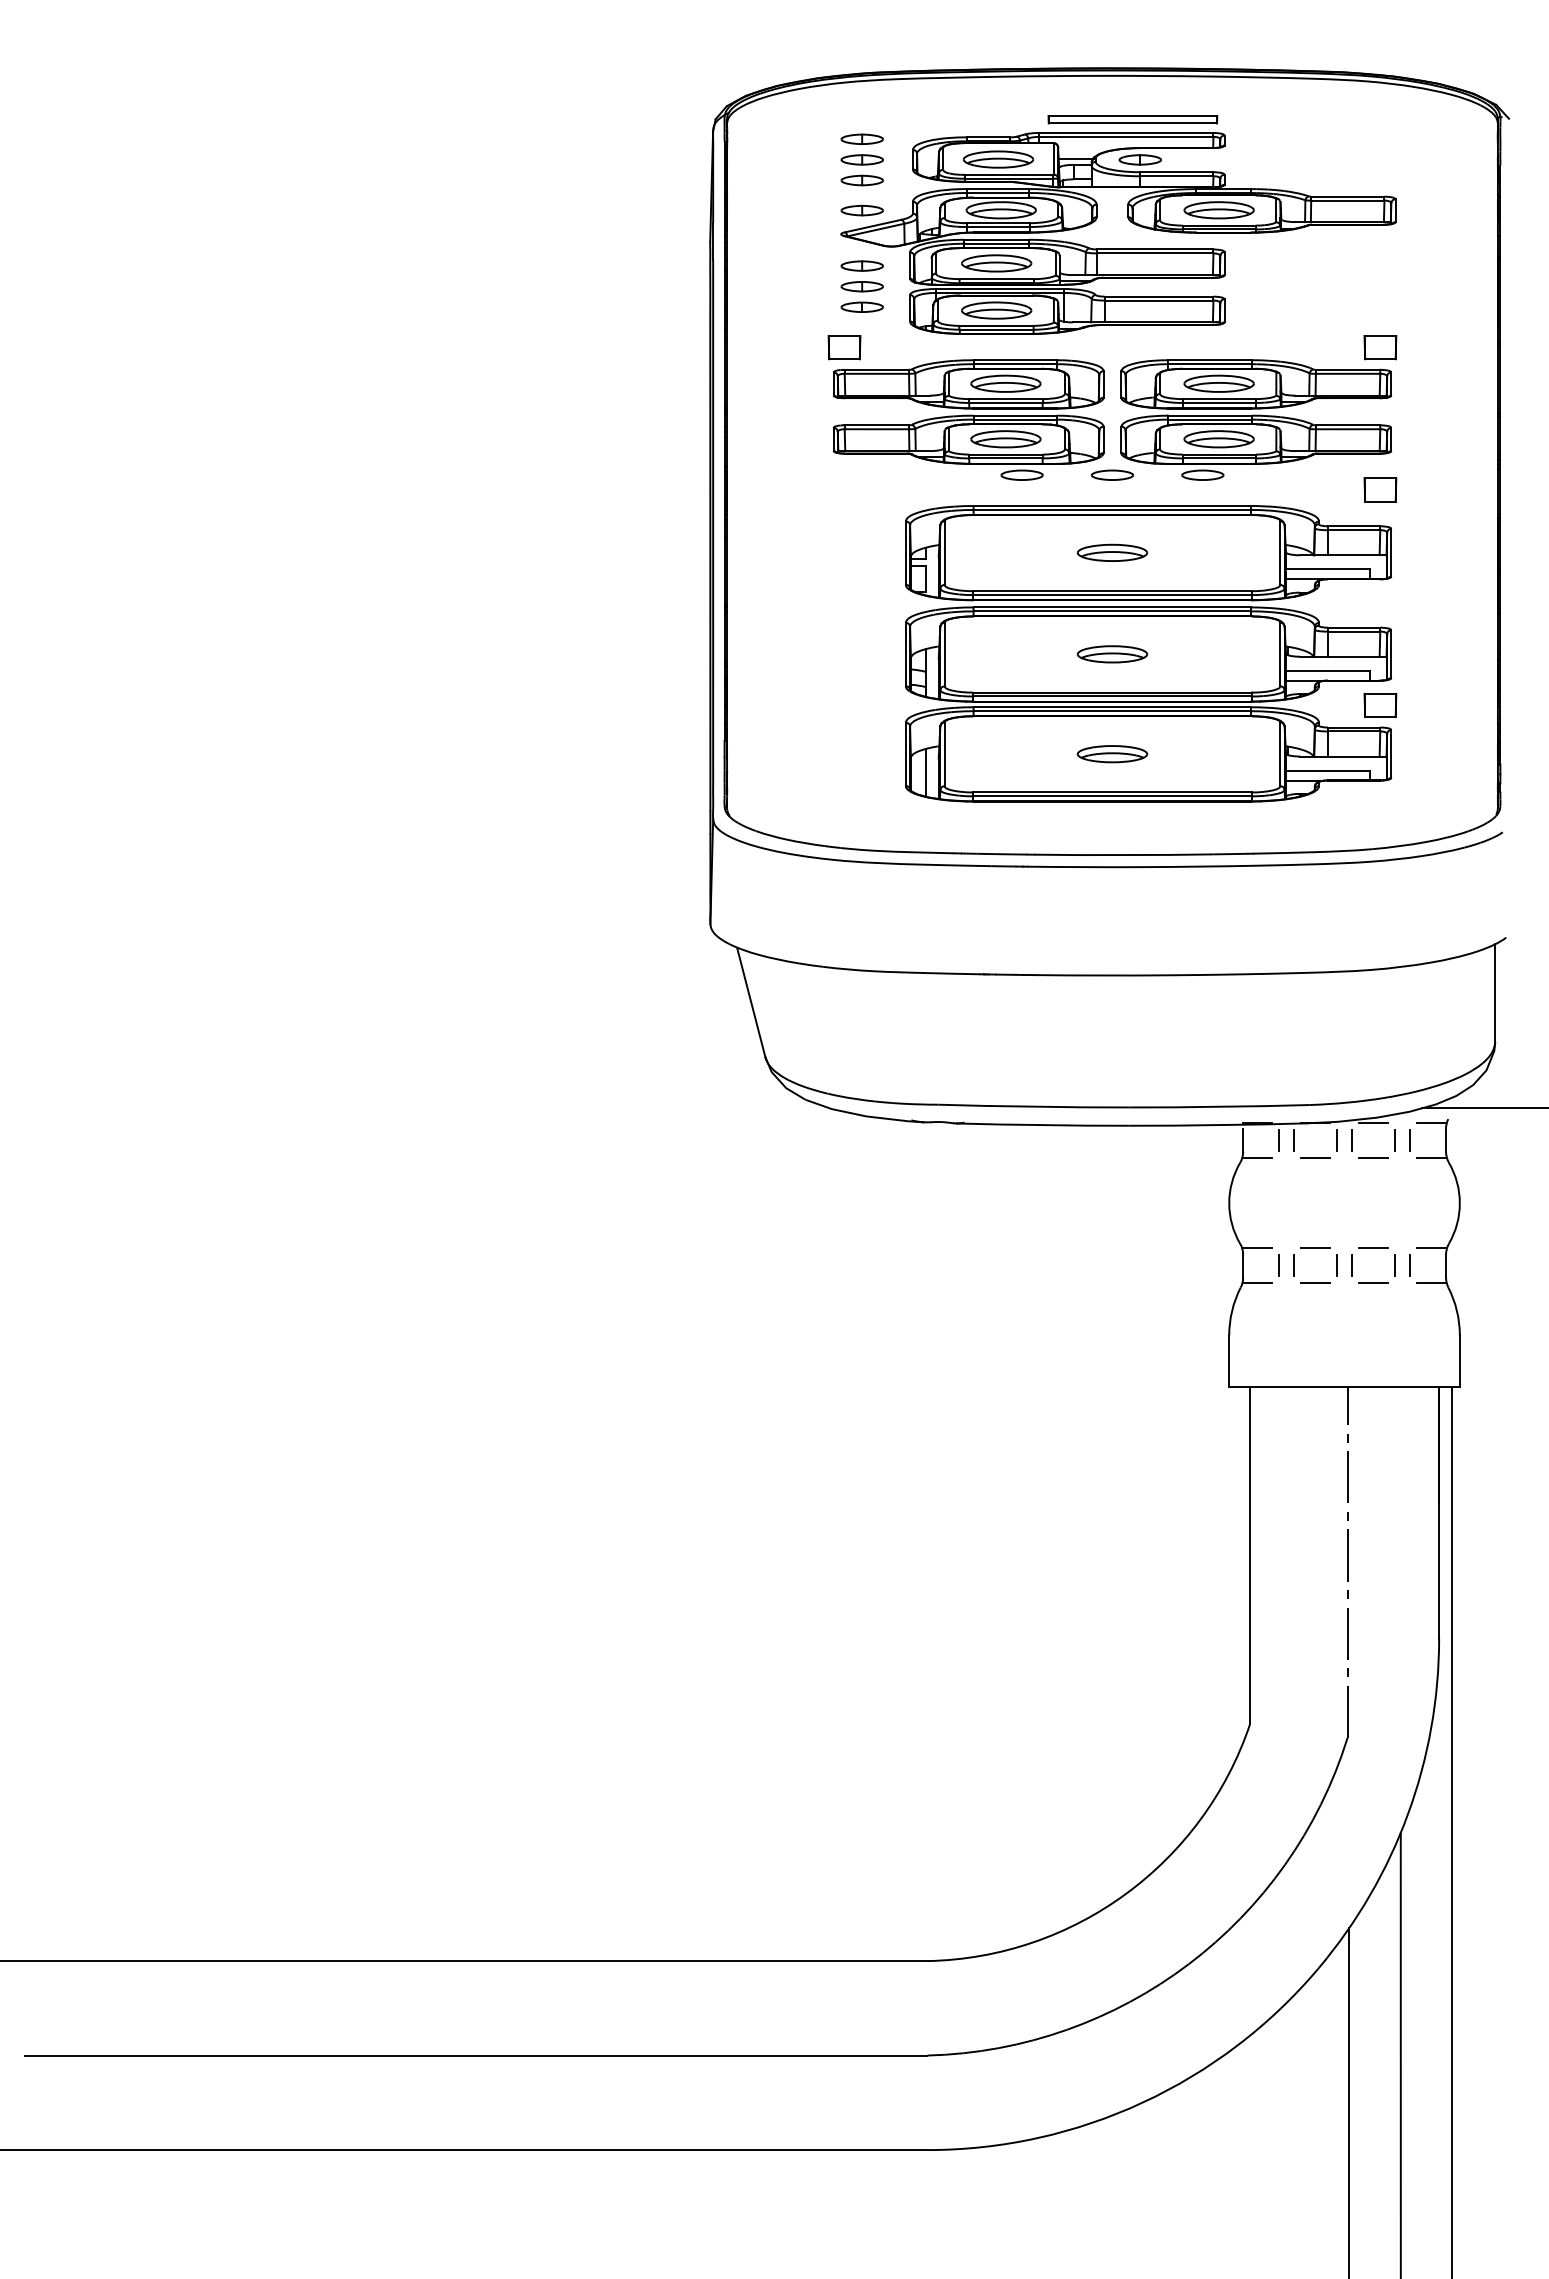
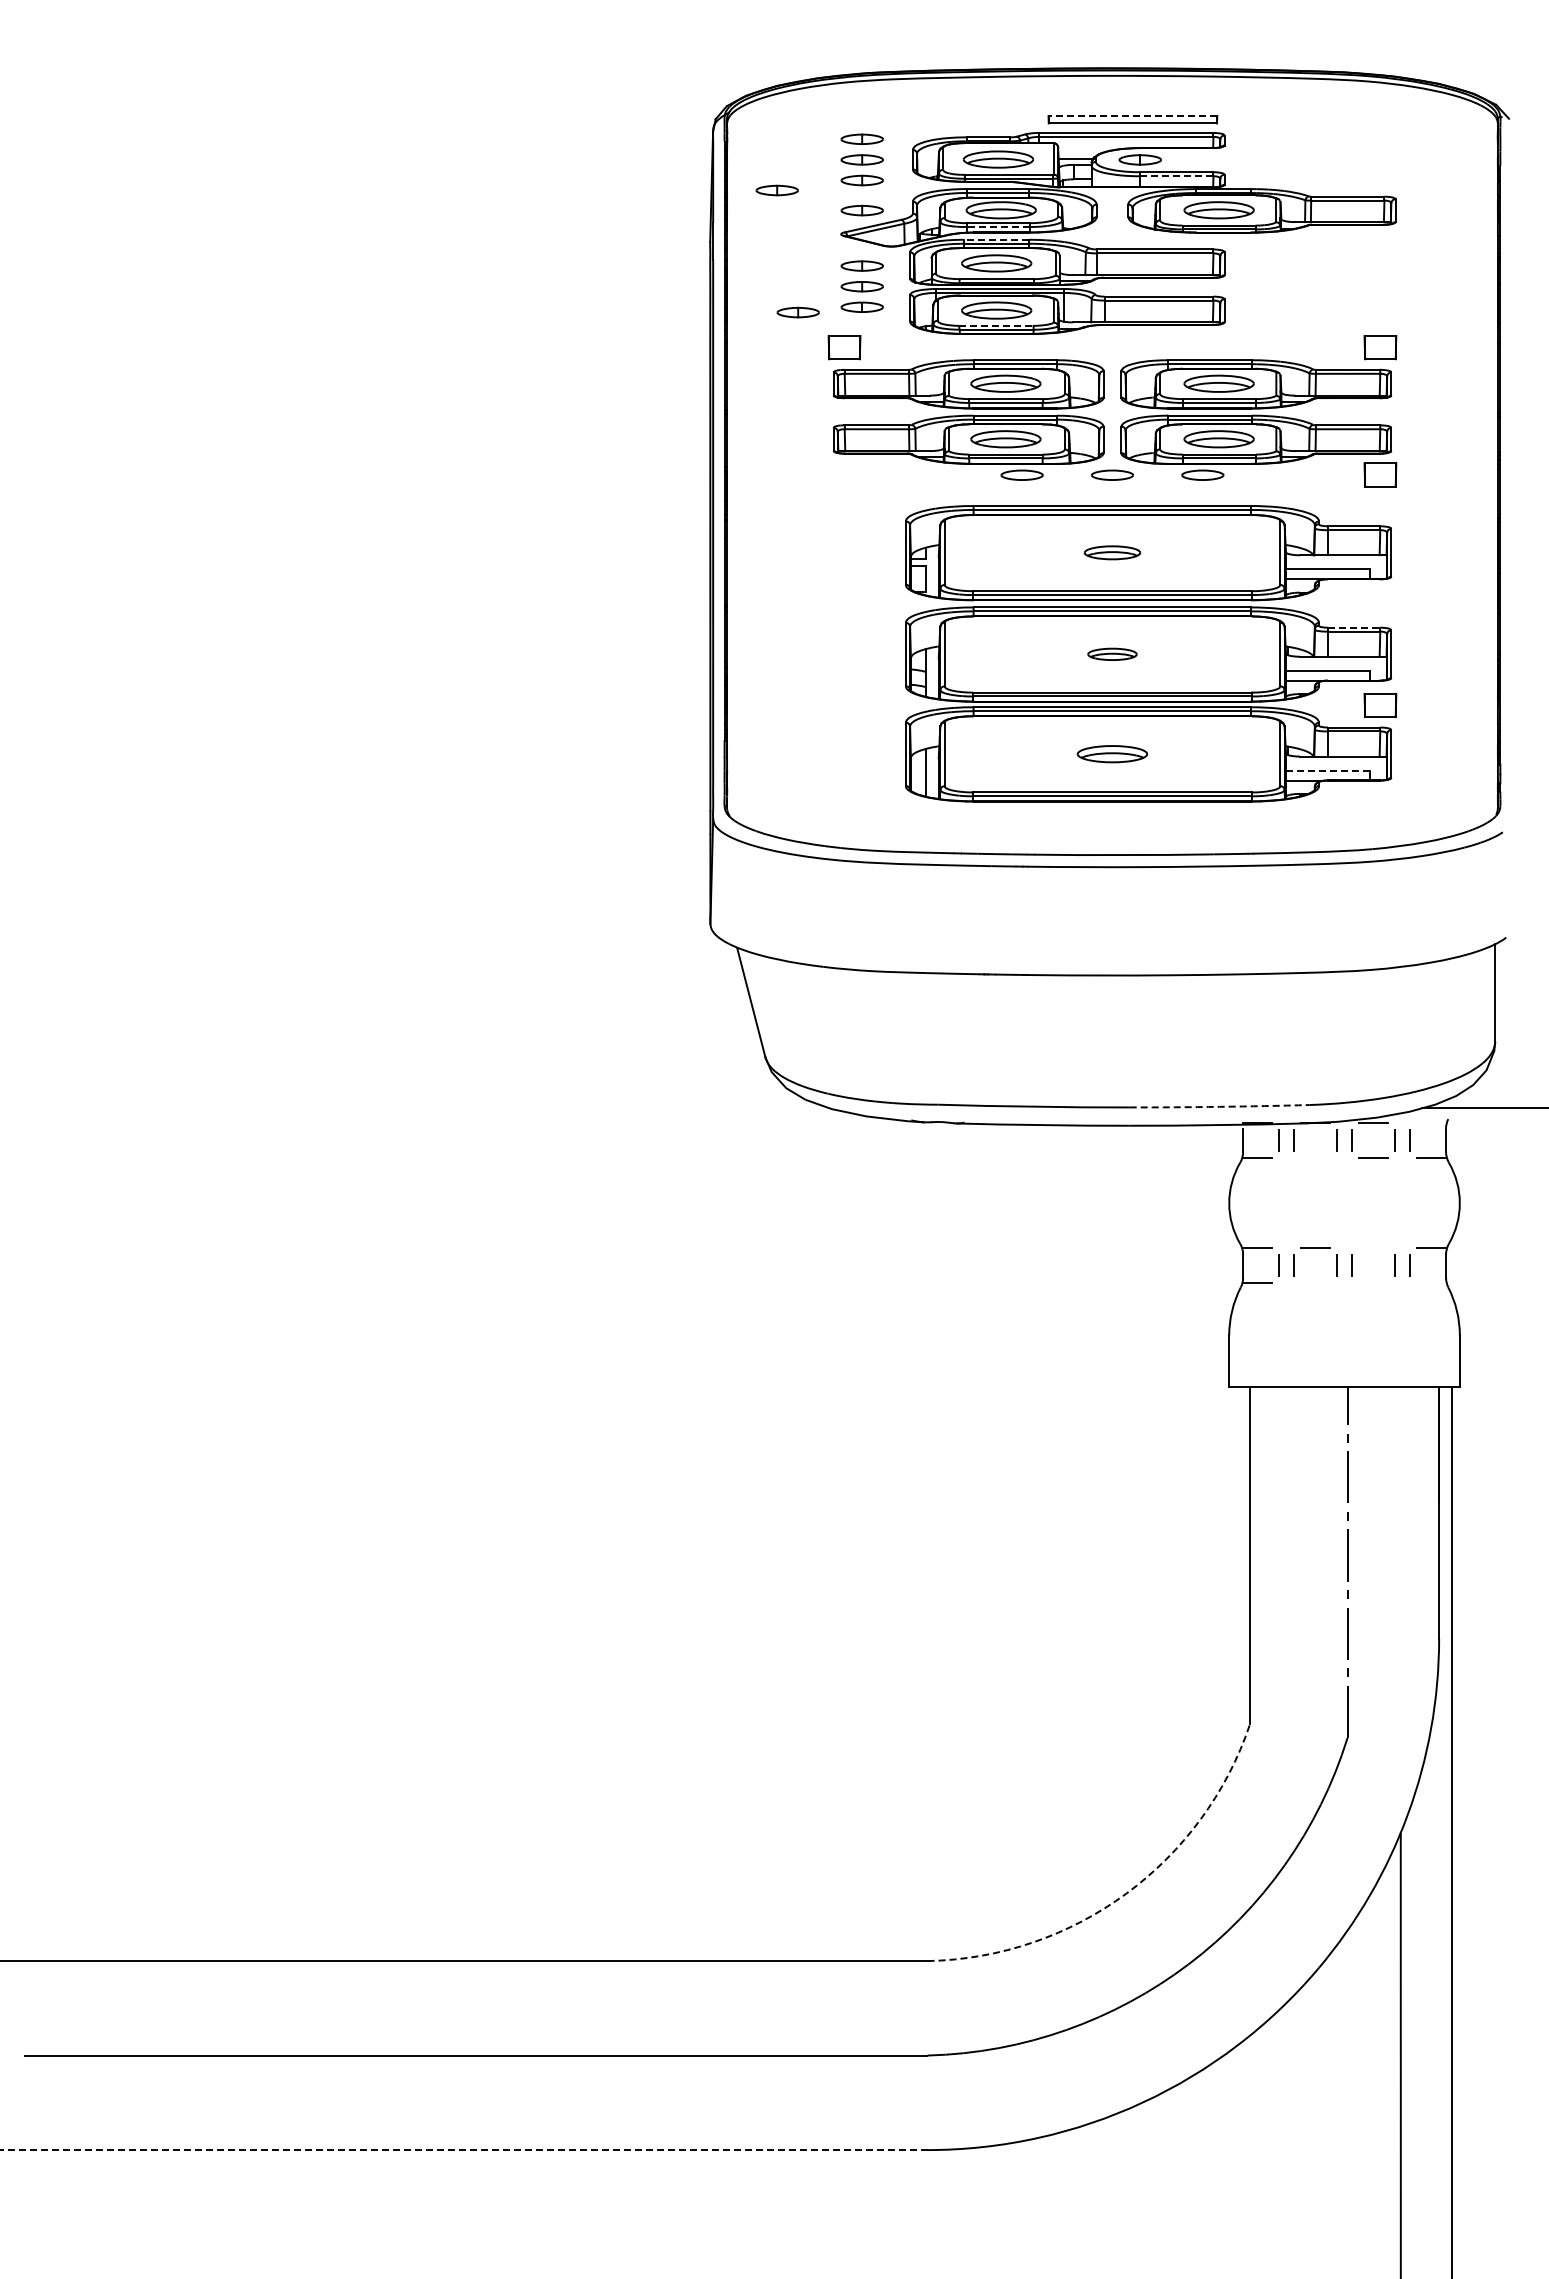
line at (1132, 116): solid -> dashed
line at (1176, 176): solid -> dashed
part at (776, 190): none -> present
line at (997, 227): solid -> dashed
line at (996, 239): solid -> dashed
part at (797, 312): none -> present
line at (996, 325): solid -> dashed
part at (1380, 489) position: (1380, 489) -> (1380, 474)
part at (1112, 552) size: 73x19 px -> 59x16 px
line at (1354, 627): solid -> dashed
part at (1112, 654) size: 73x19 px -> 51x14 px
line at (1328, 770): solid -> dashed
arc at (1219, 1106): solid -> dashed
line at (1431, 1123): present -> none
line at (1315, 1158): present -> none
line at (1373, 1247): present -> none
line at (1373, 1282): present -> none
line at (1315, 1283): present -> none
line at (1431, 1283): present -> none
arc at (1126, 1893): solid -> dashed
line at (1349, 2101): present -> none
line at (463, 2150): solid -> dashed
